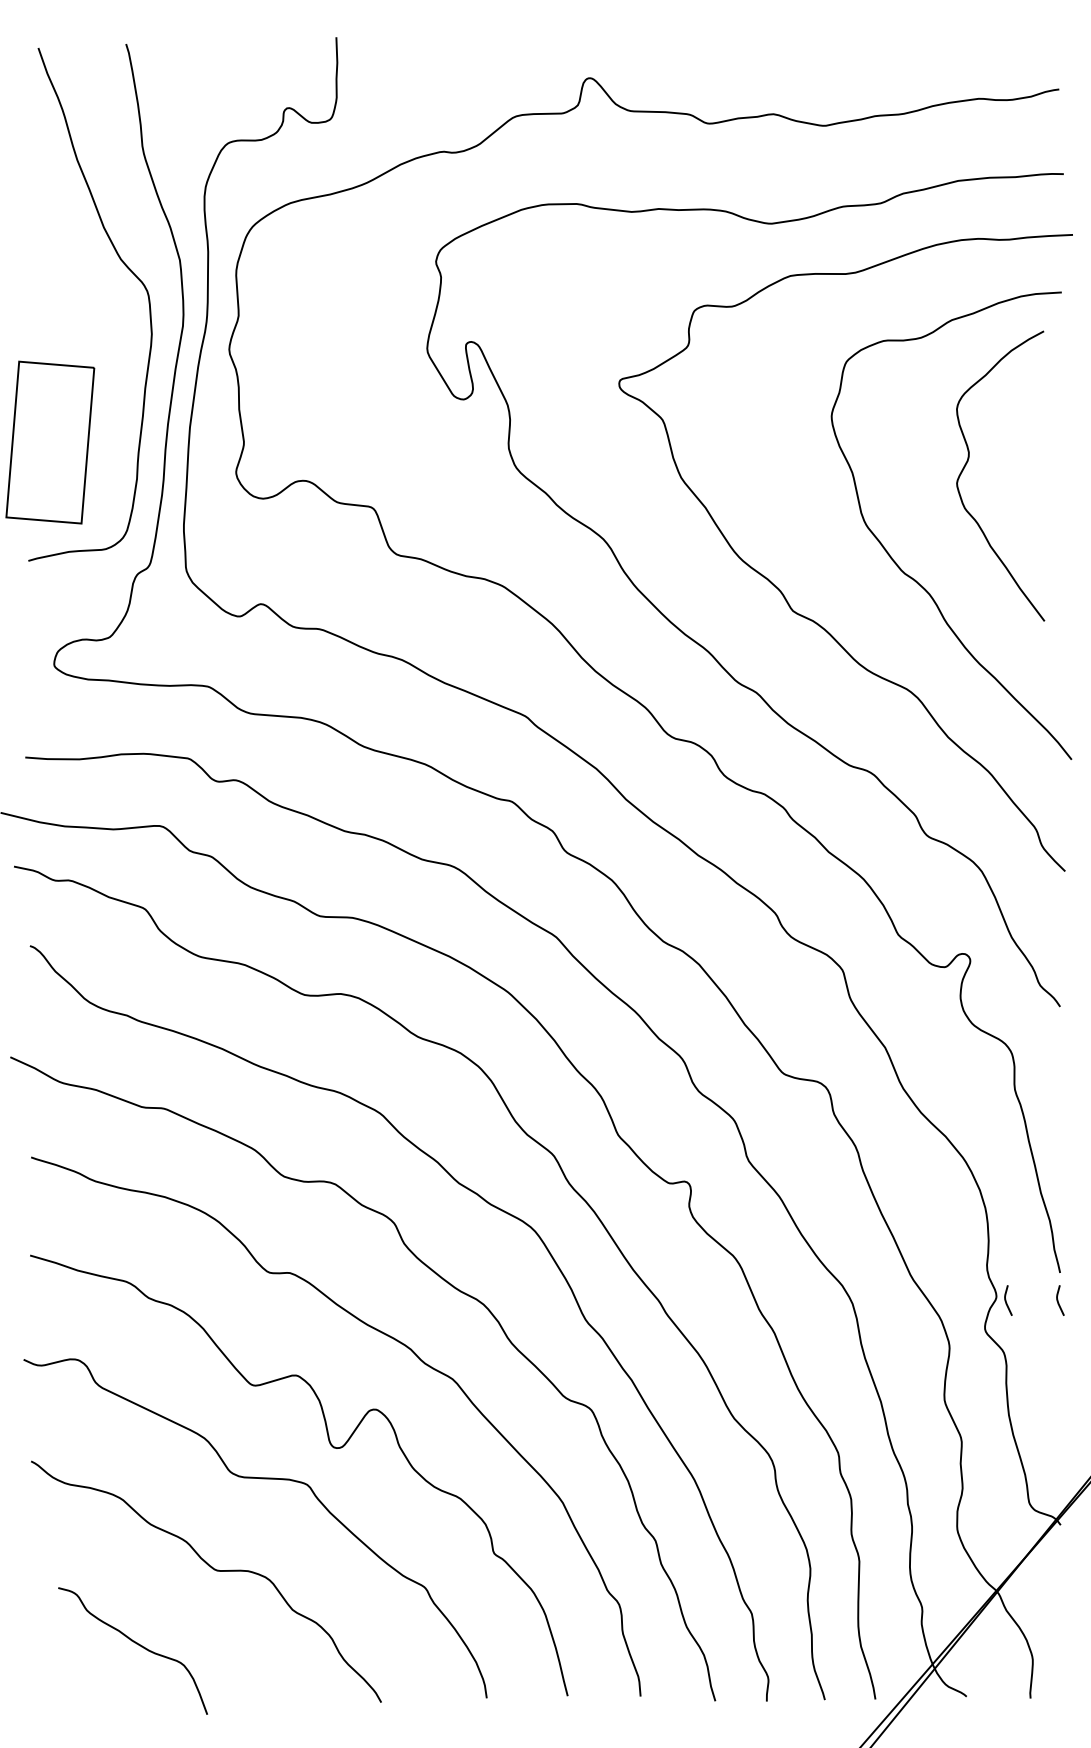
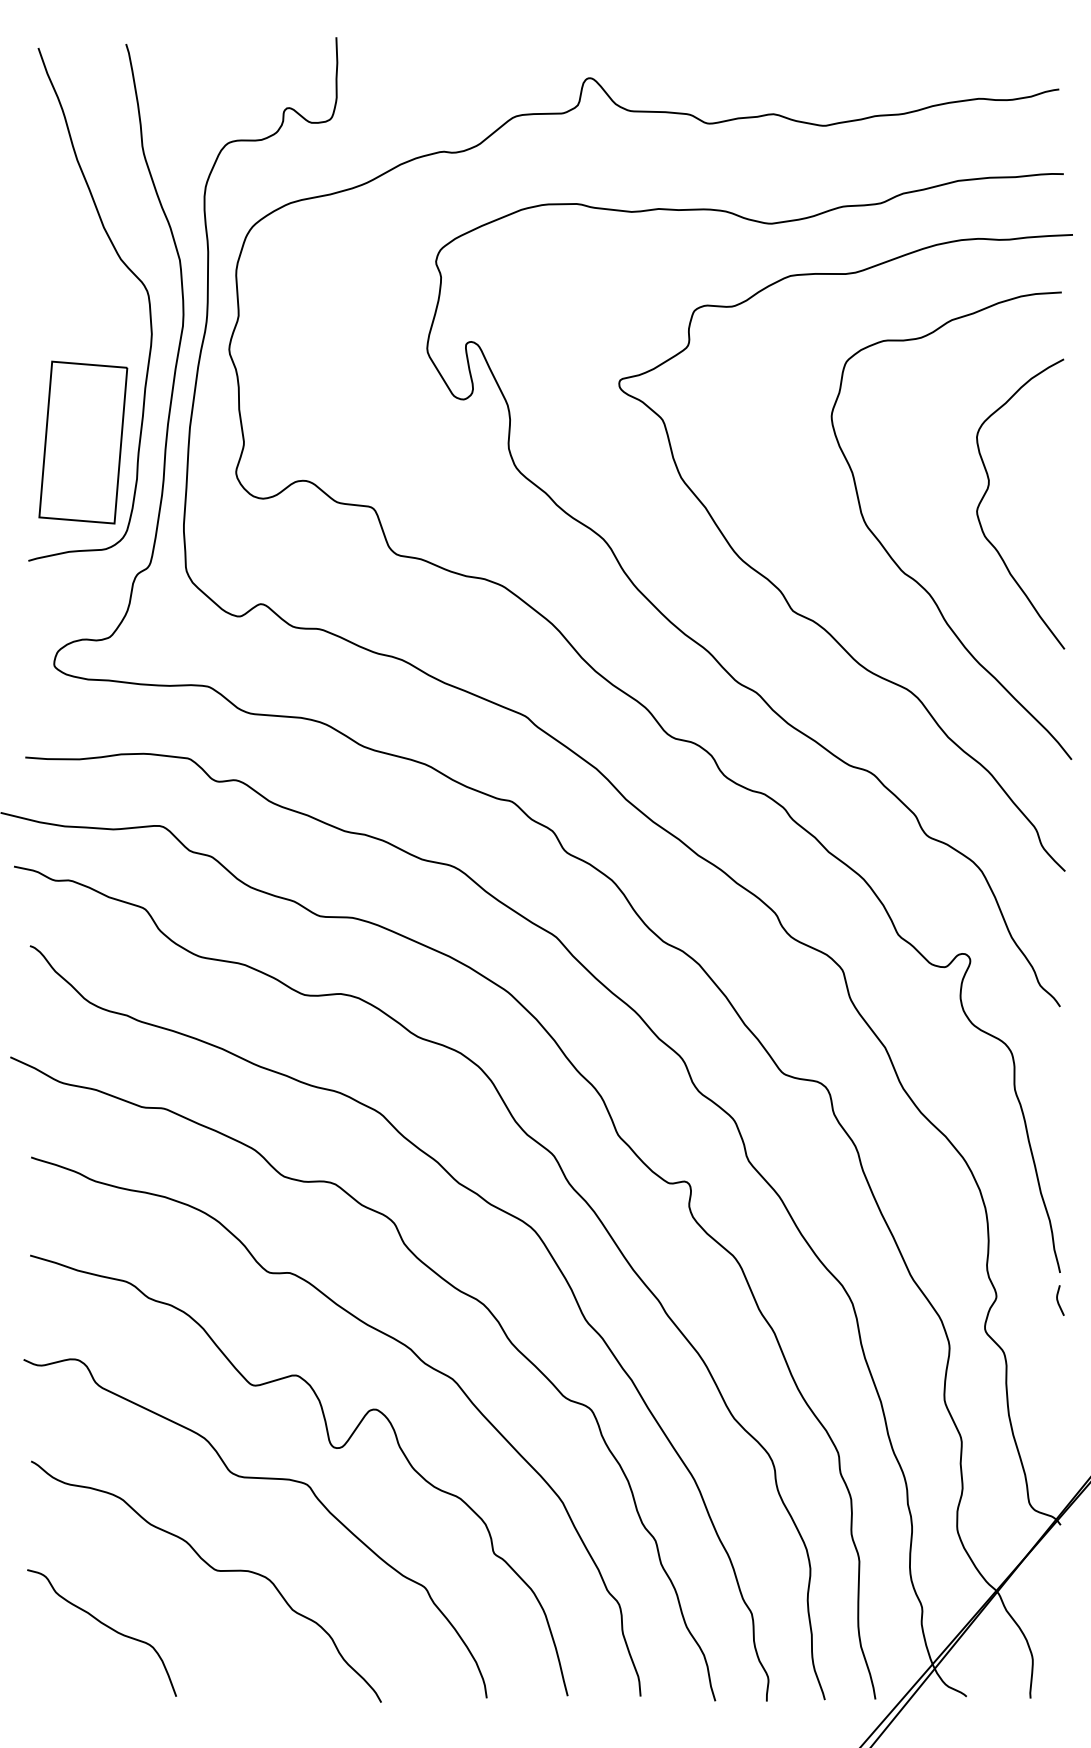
part at (50, 442) position: (50, 442) -> (83, 442)
curve at (968, 461) position: (968, 461) -> (988, 489)
curve at (1006, 1300): present -> none
curve at (136, 1644) position: (136, 1644) -> (105, 1626)
